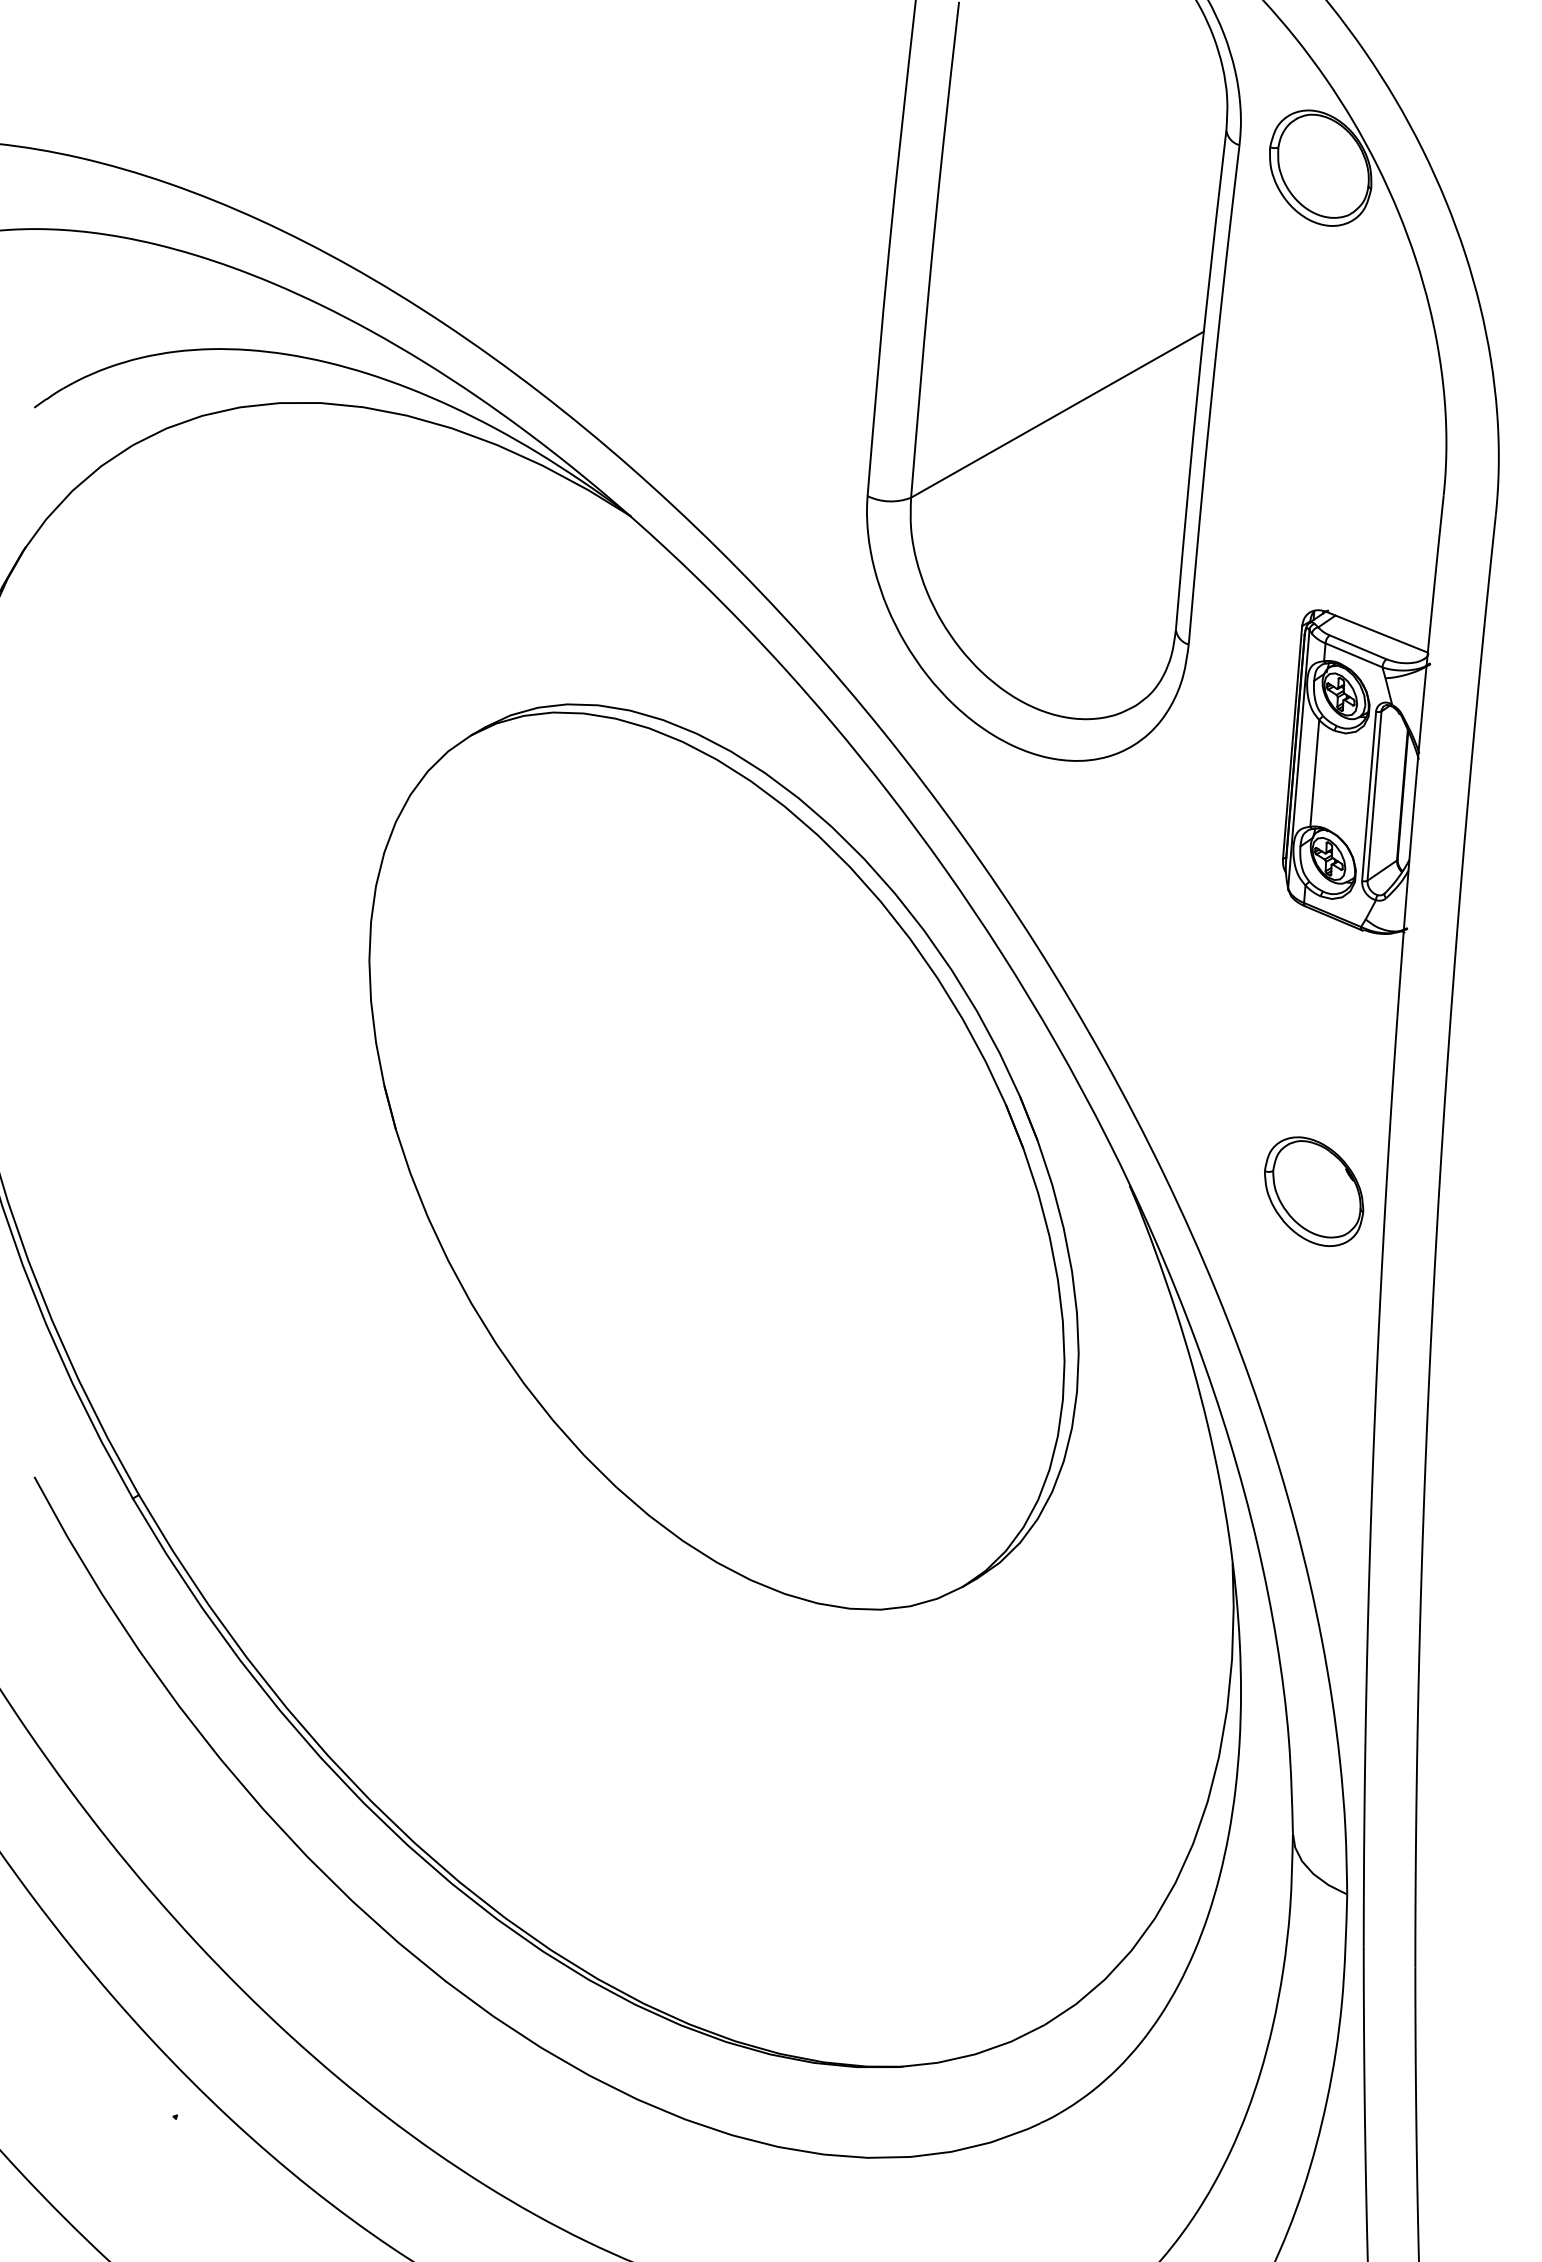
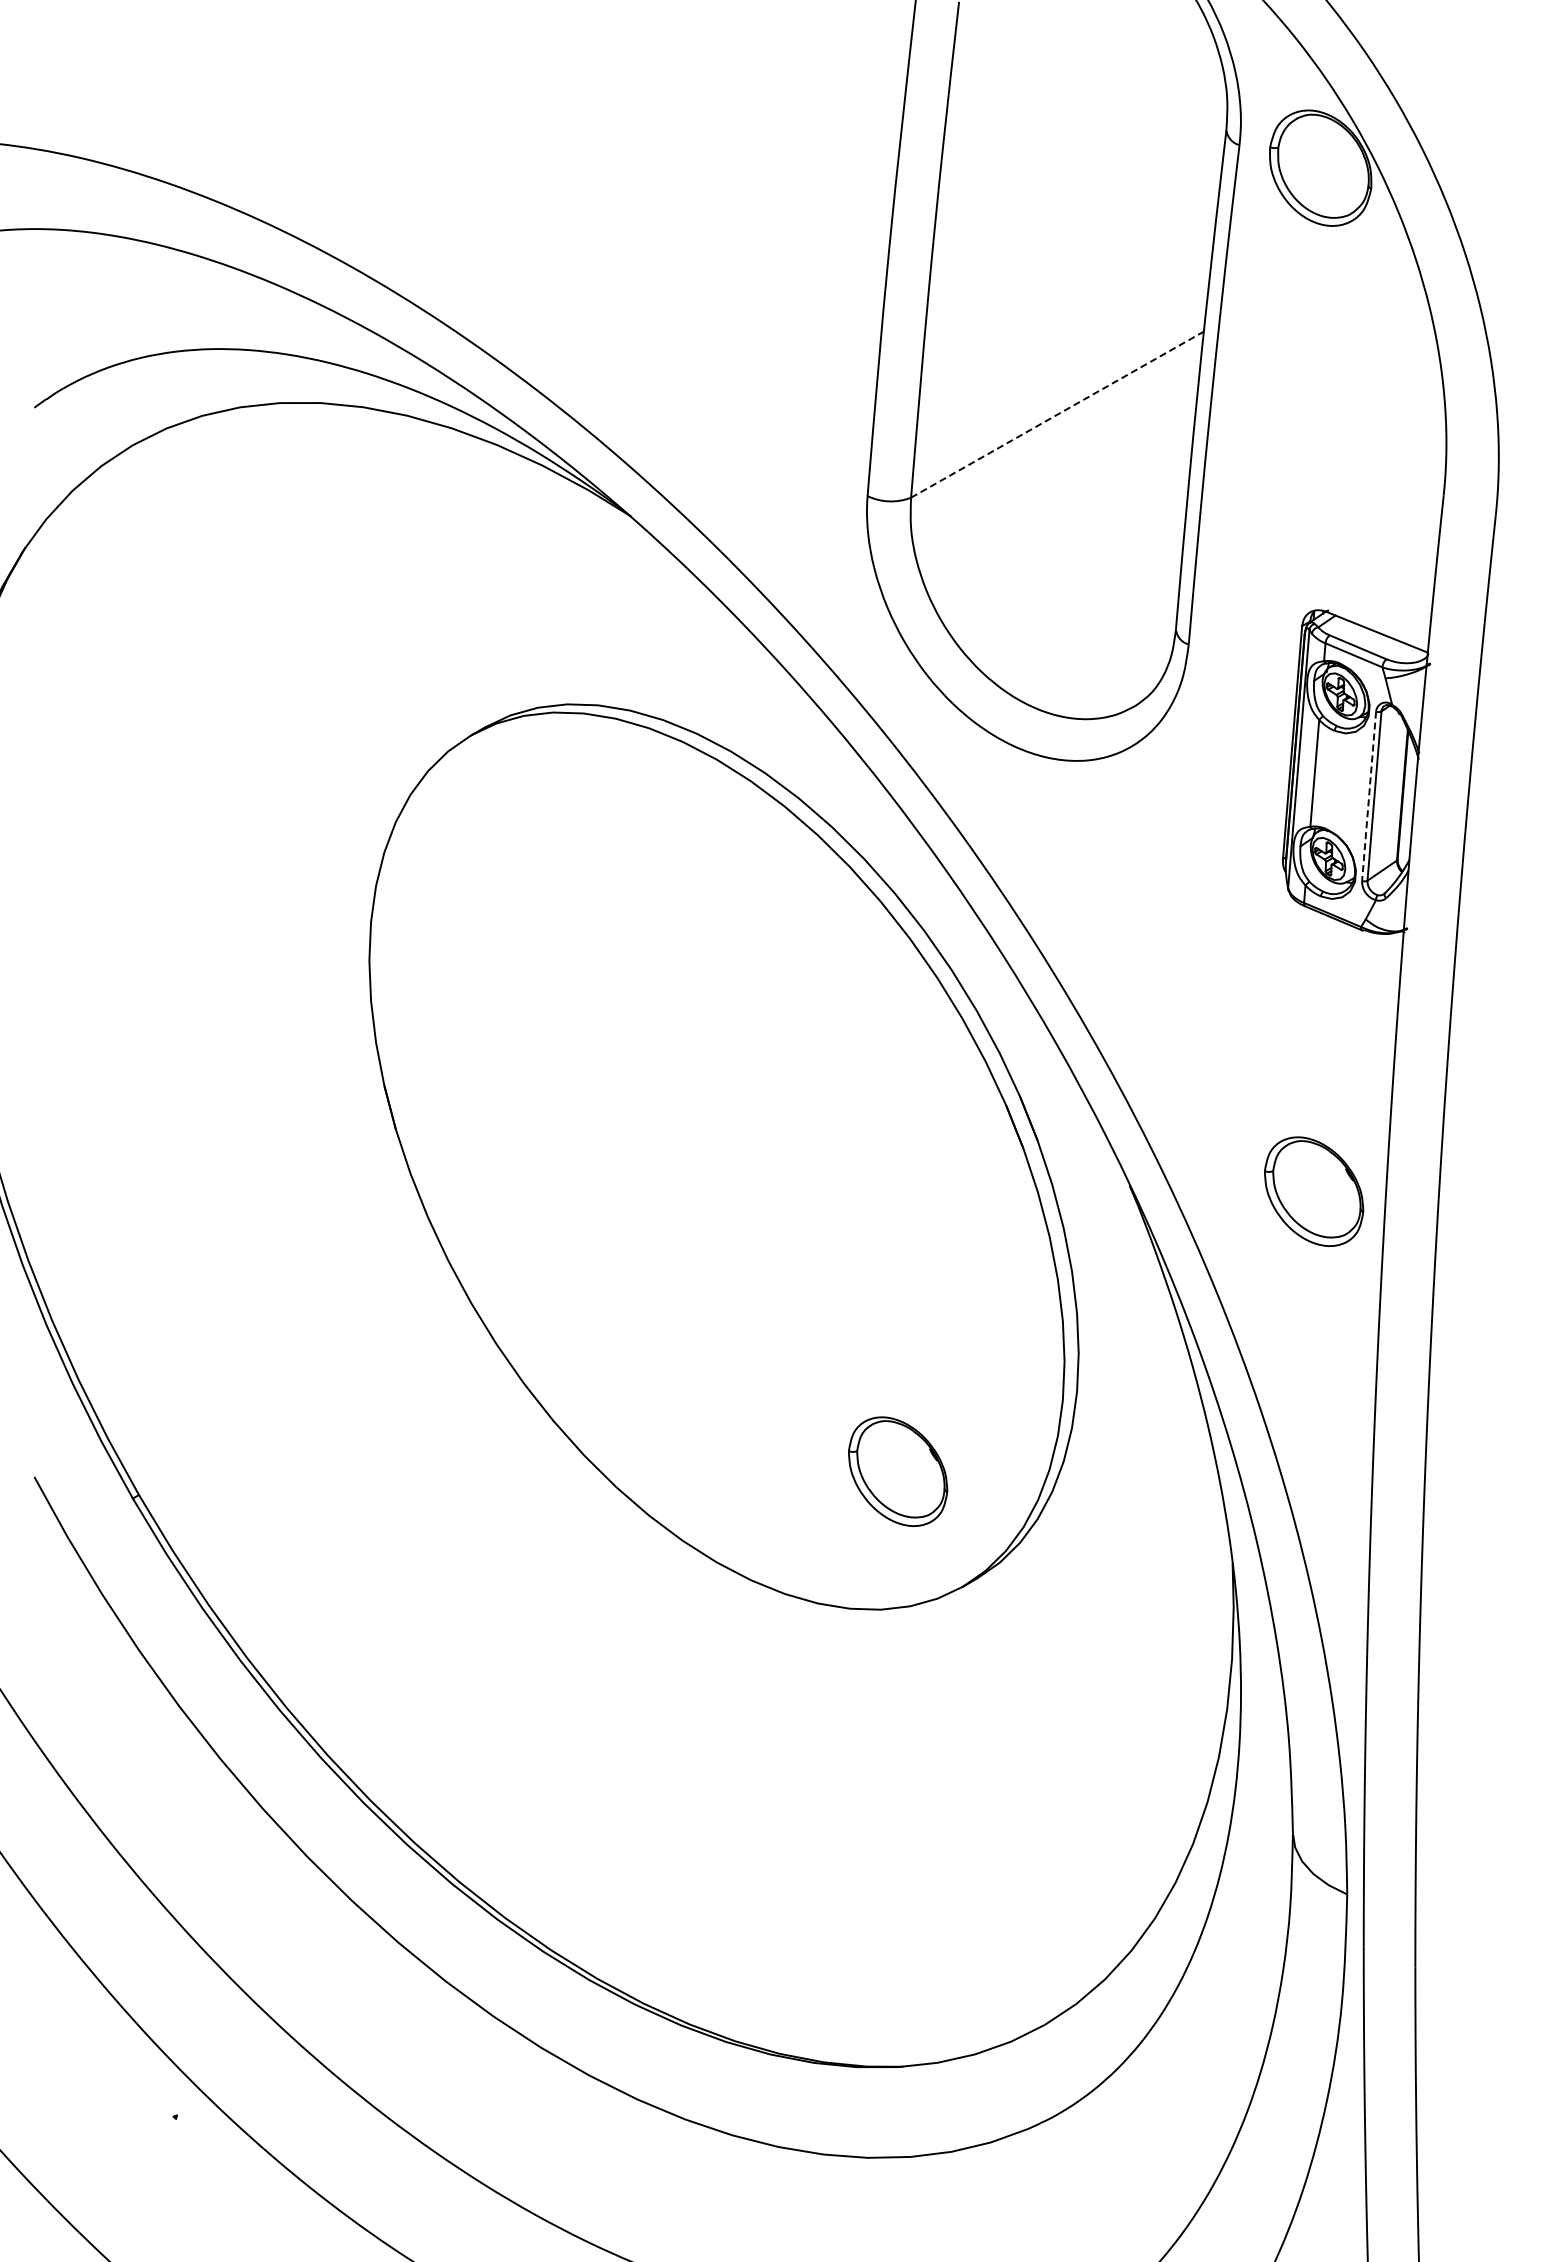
line at (1057, 414): solid -> dashed
line at (1369, 796): solid -> dashed
part at (898, 1471): none -> present
